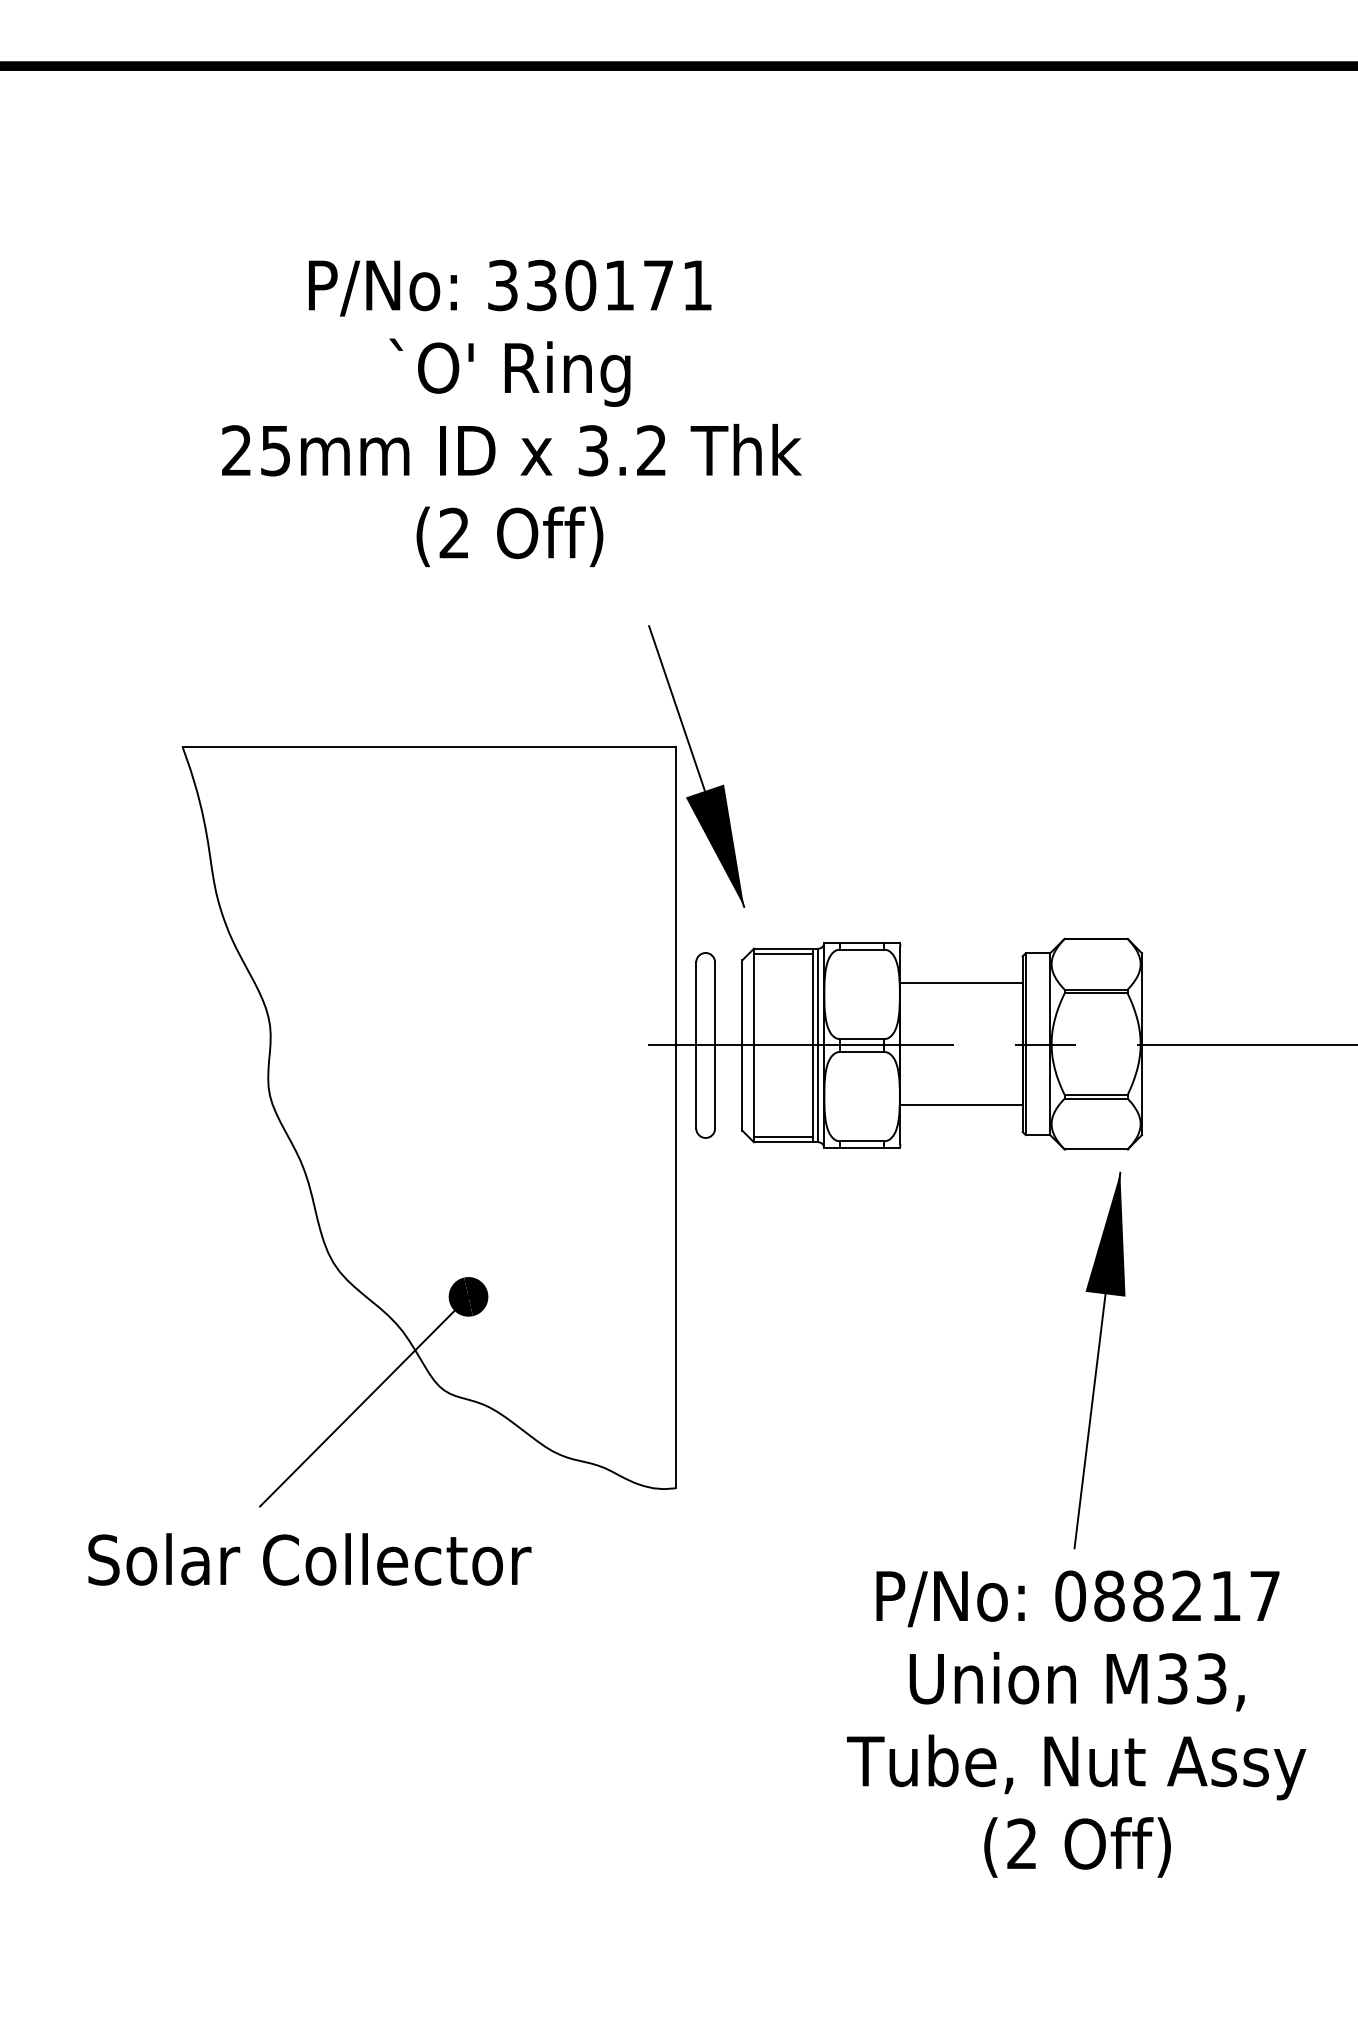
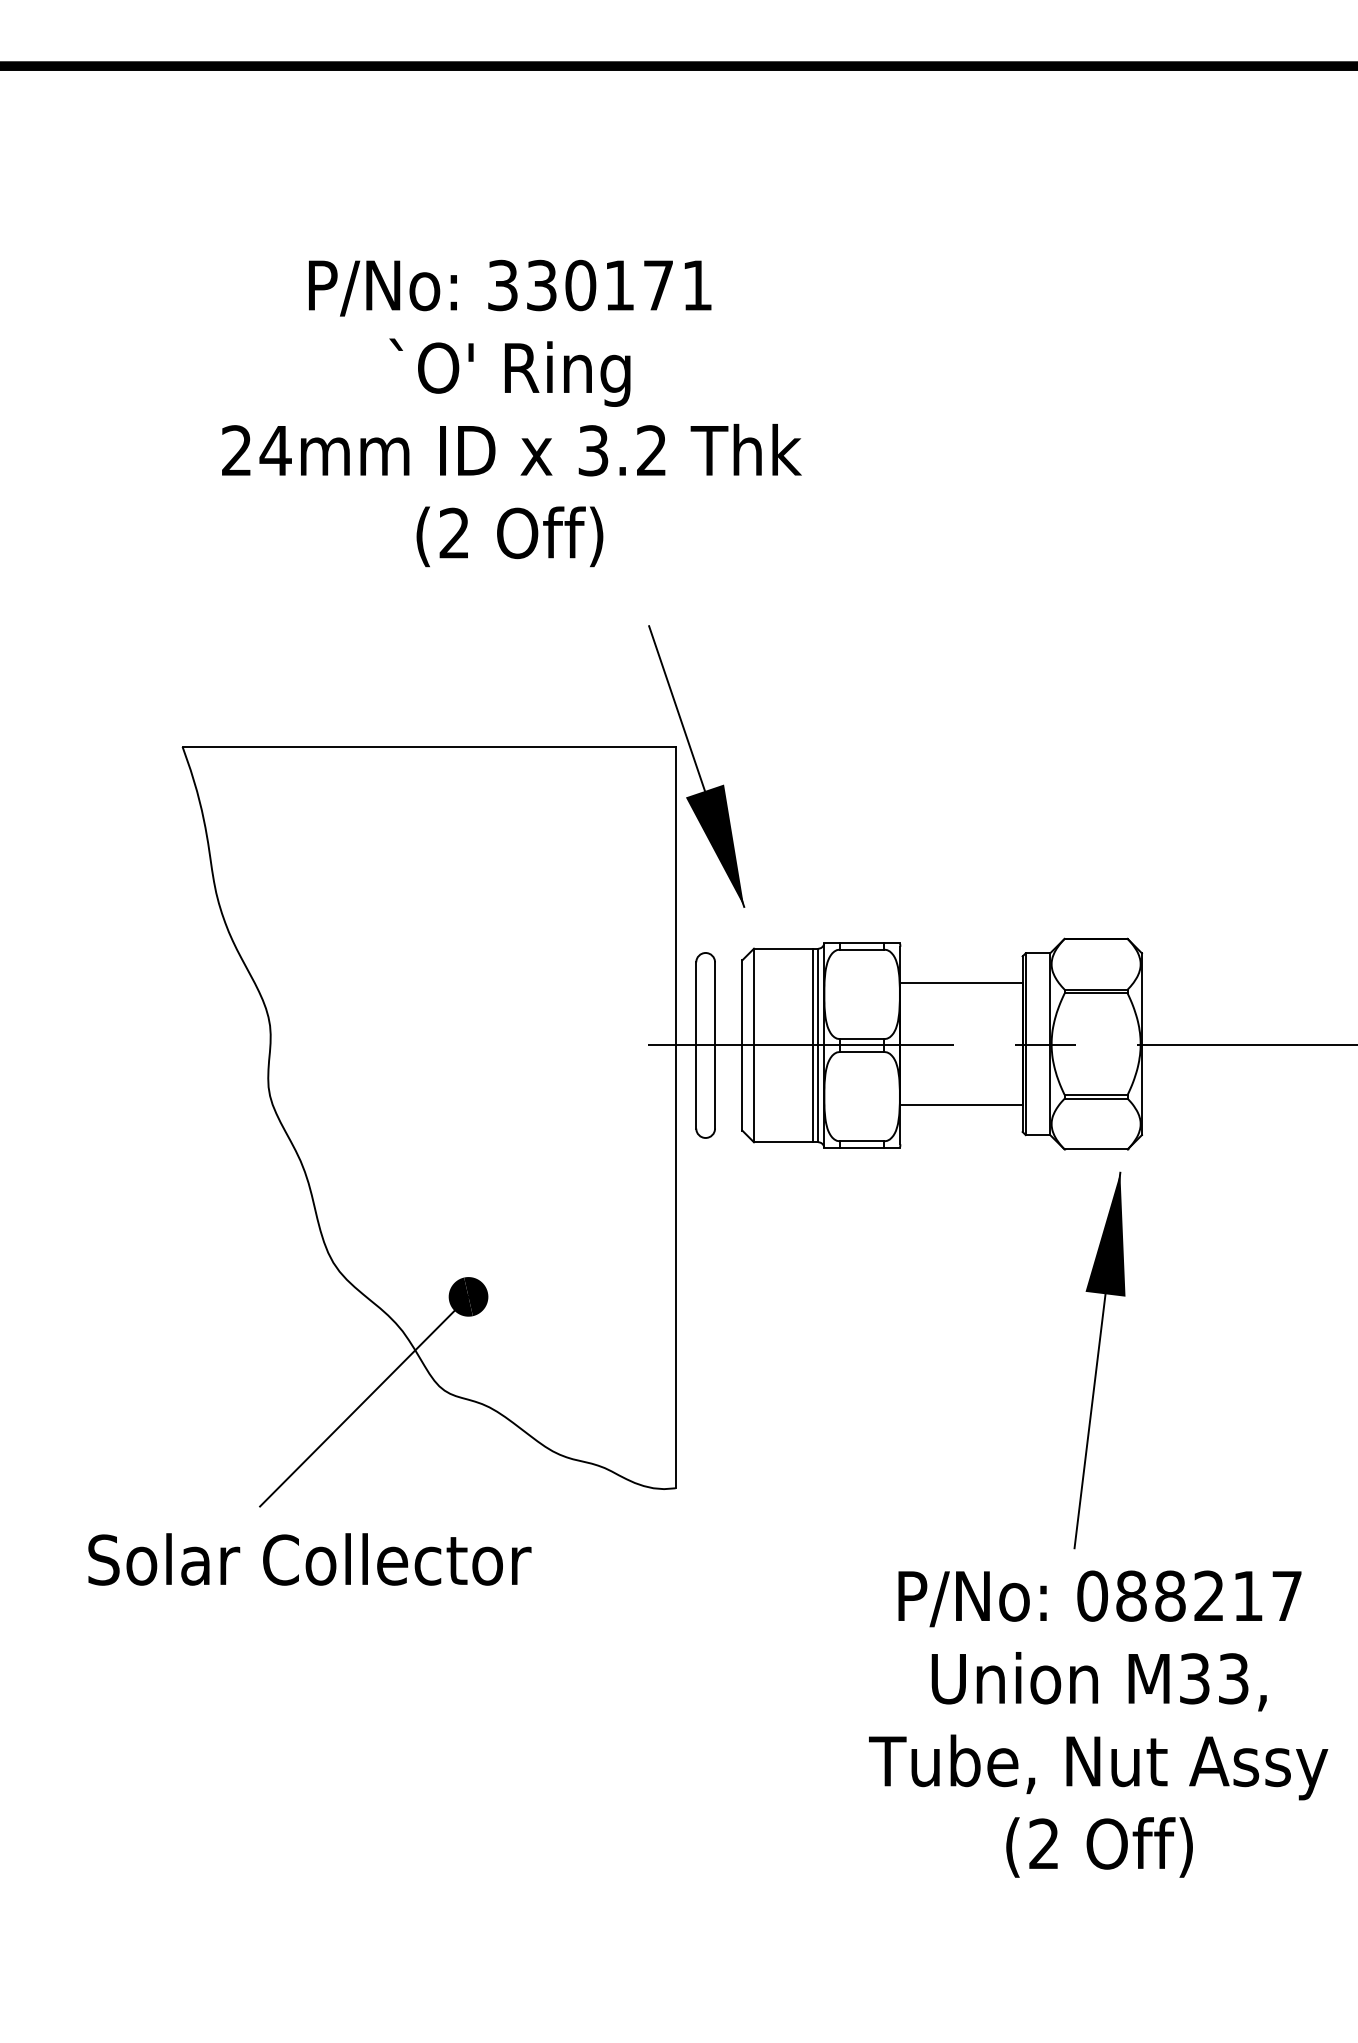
text at (275, 451): 25mm -> 24mm
line at (782, 954): present -> none
line at (782, 1136): present -> none
text at (1076, 1723) position: (1076, 1723) -> (1098, 1723)
